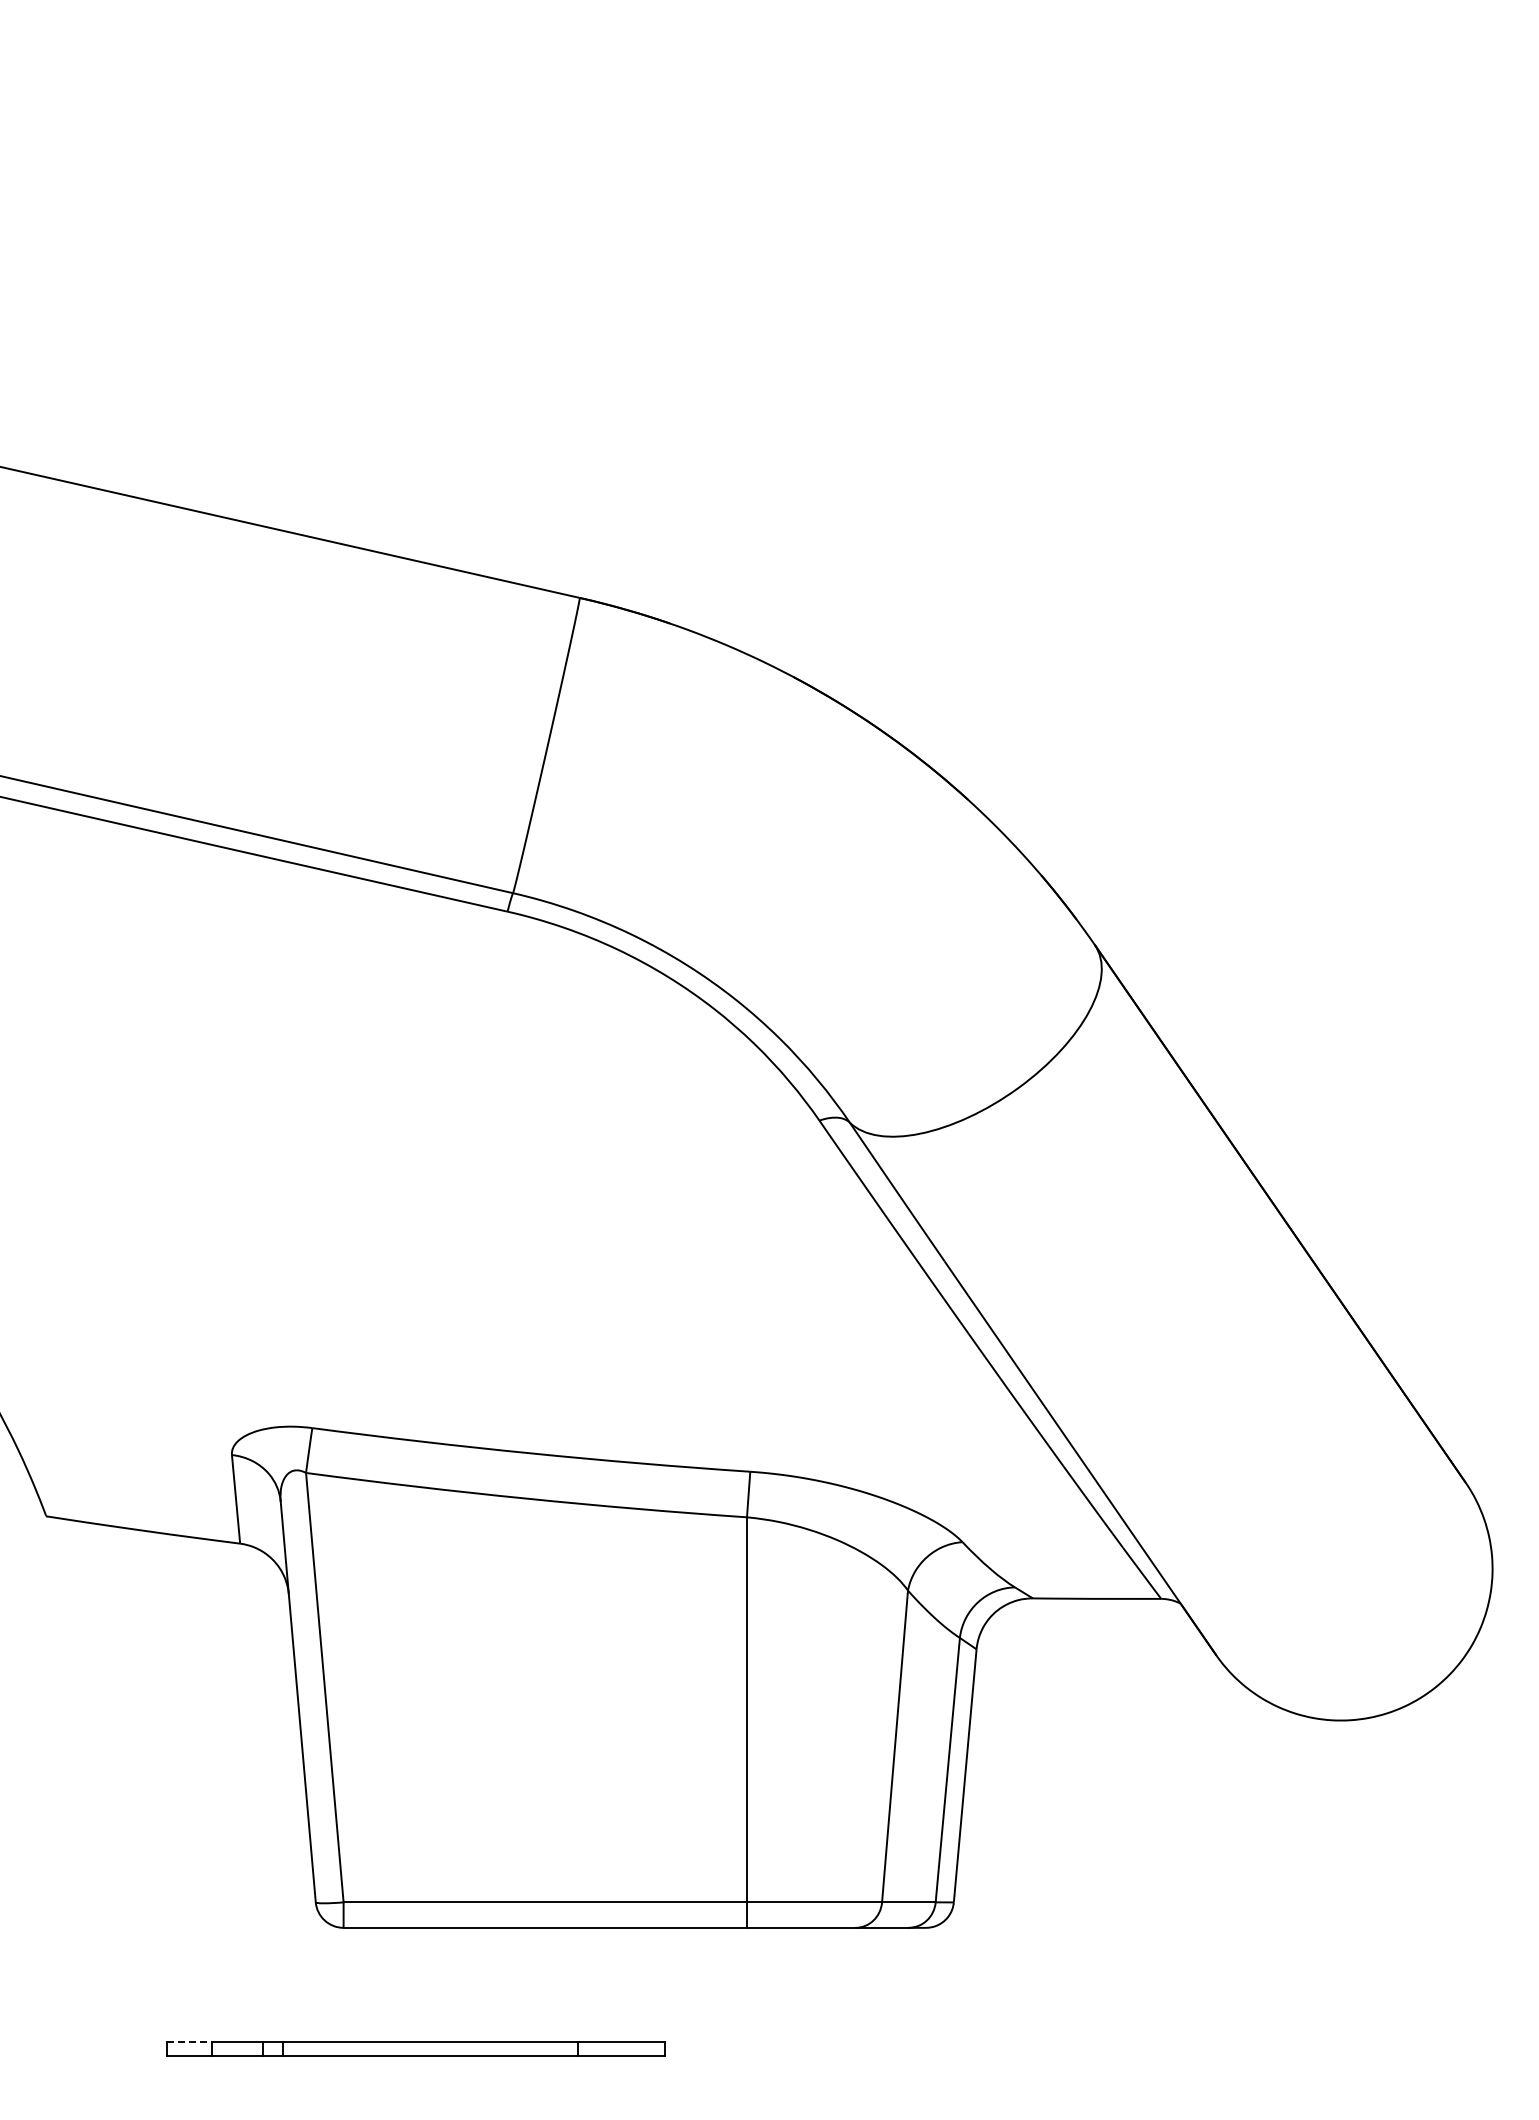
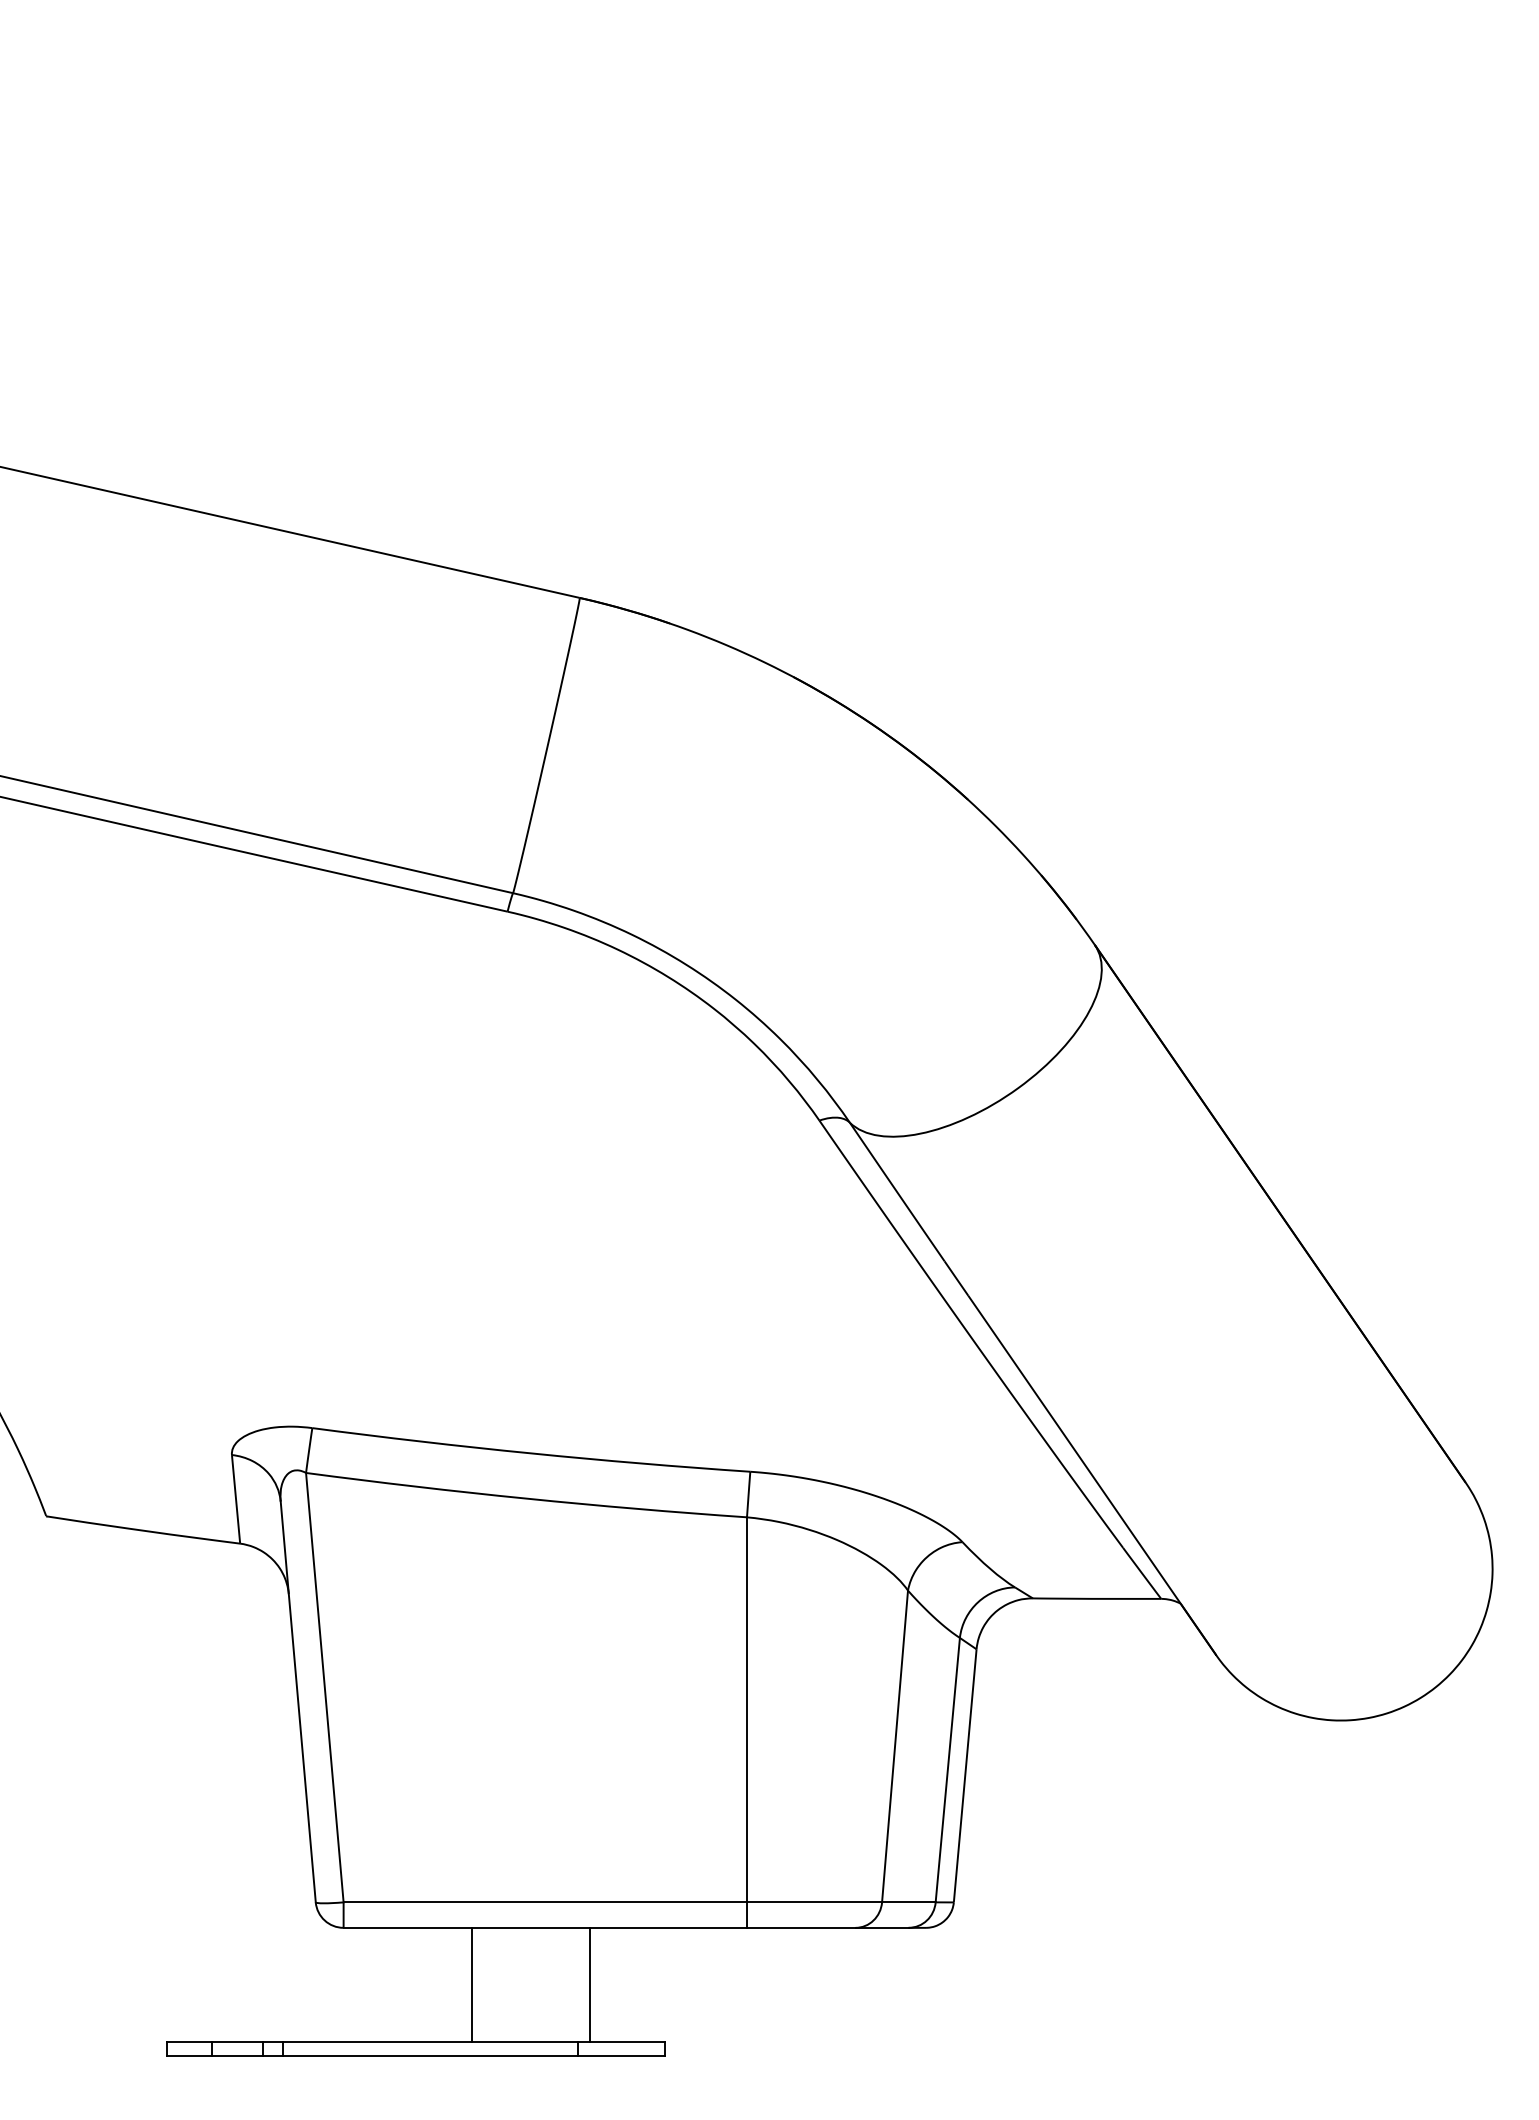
line at (471, 1984): none -> present
line at (589, 1984): none -> present
line at (190, 2042): dashed -> solid
